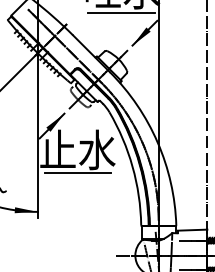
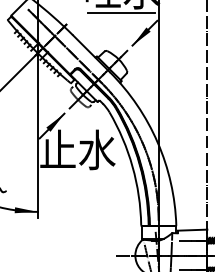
line at (77, 173): present -> none
